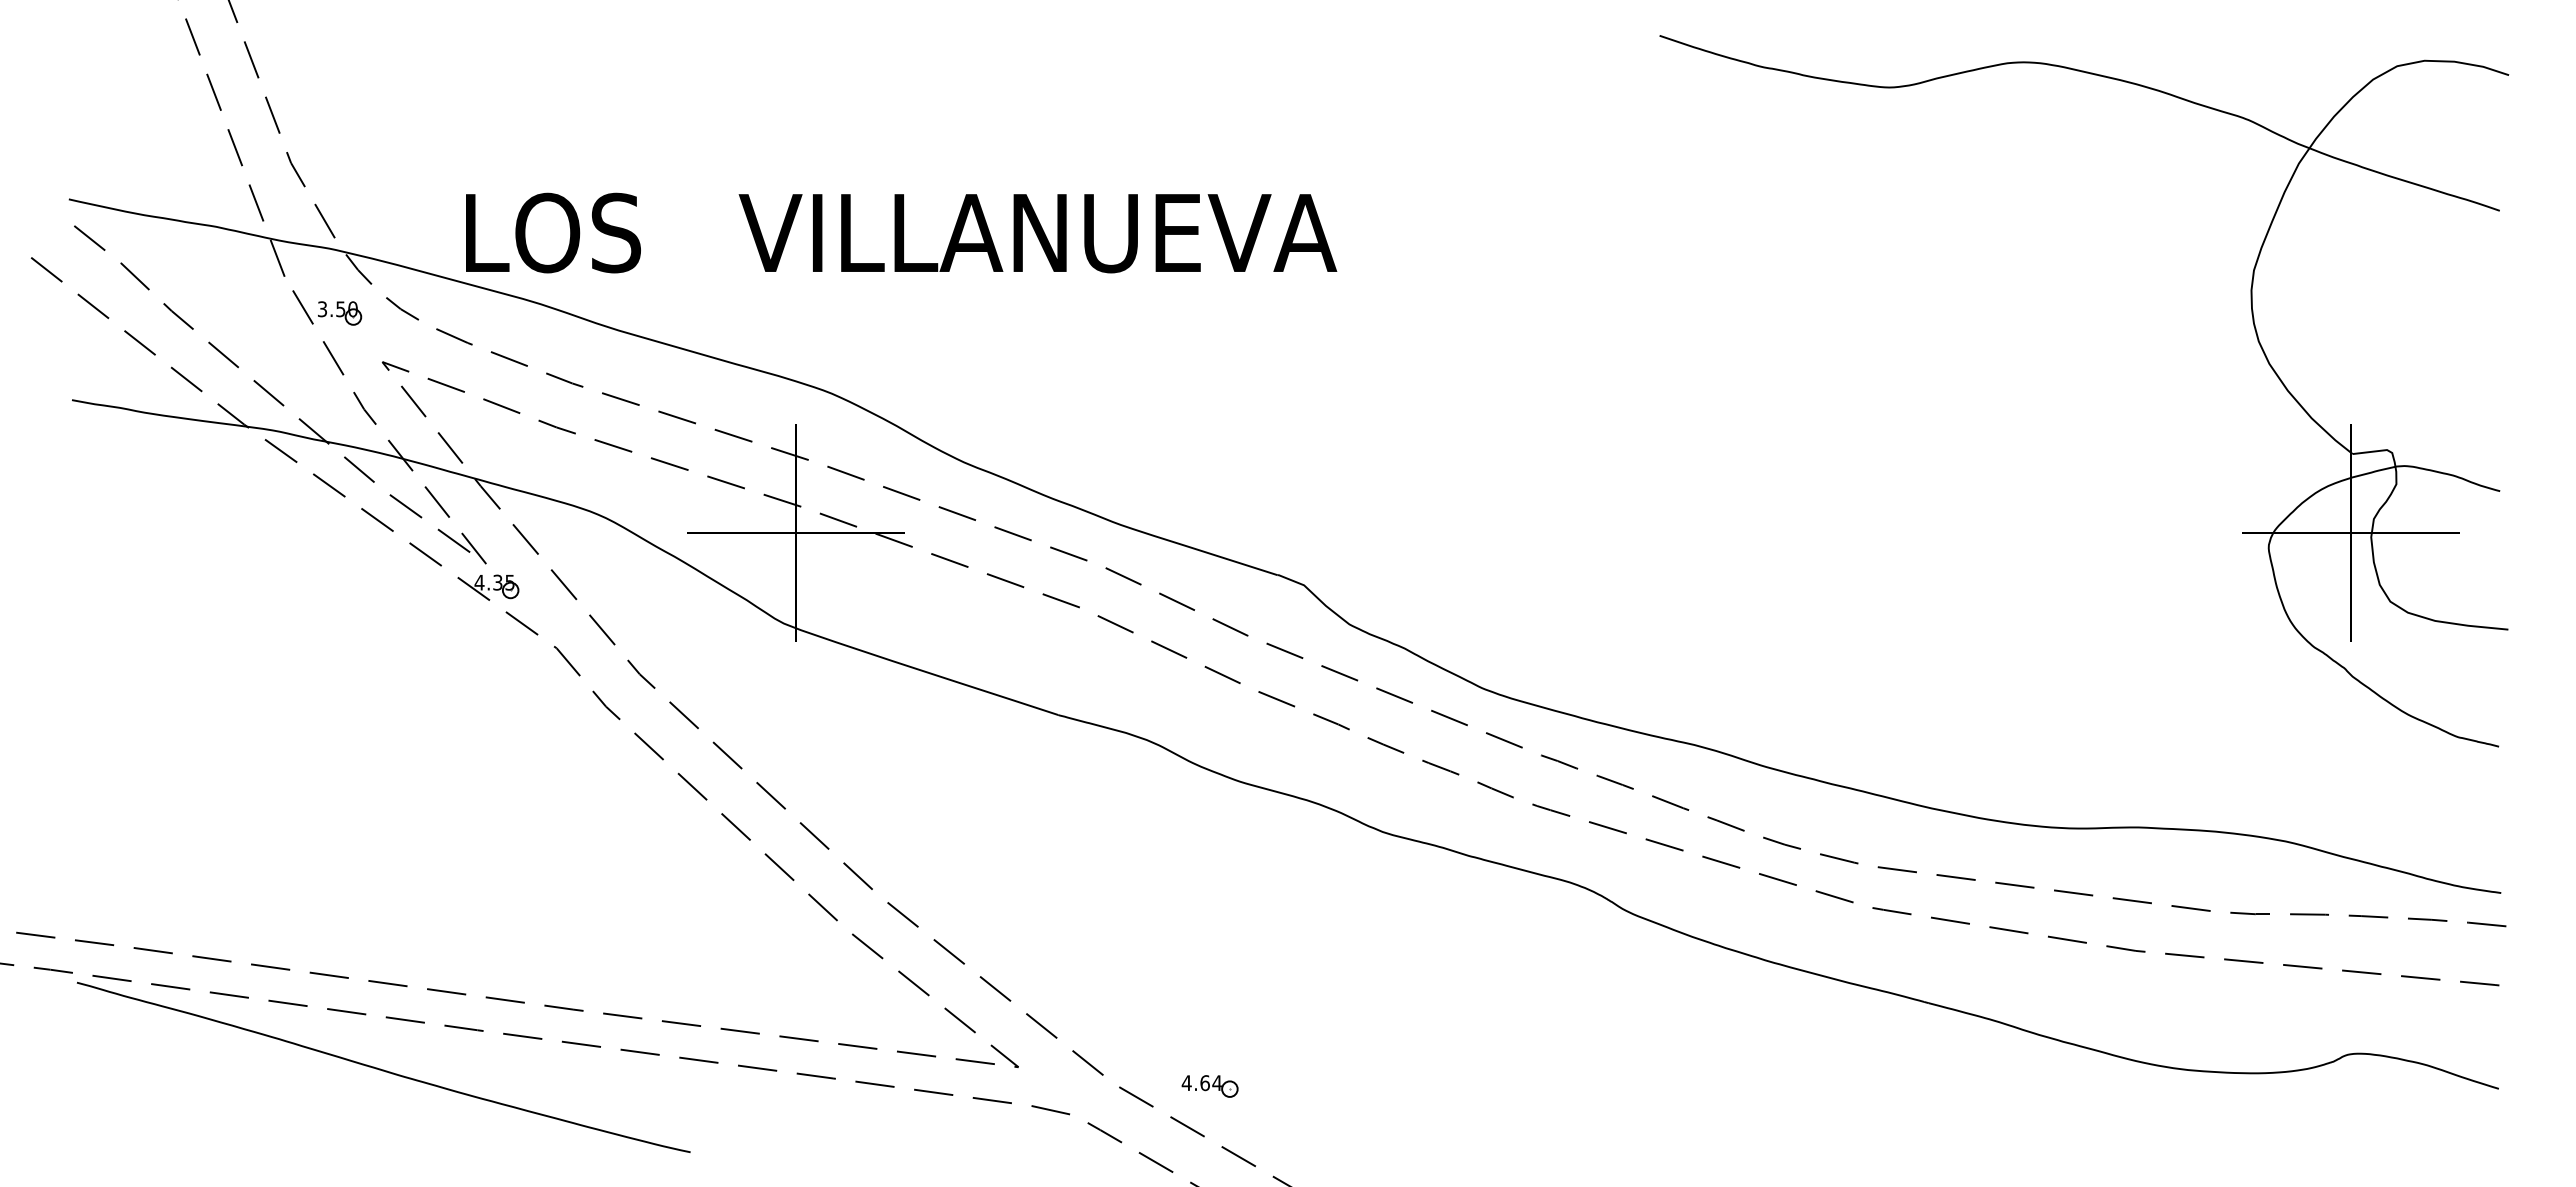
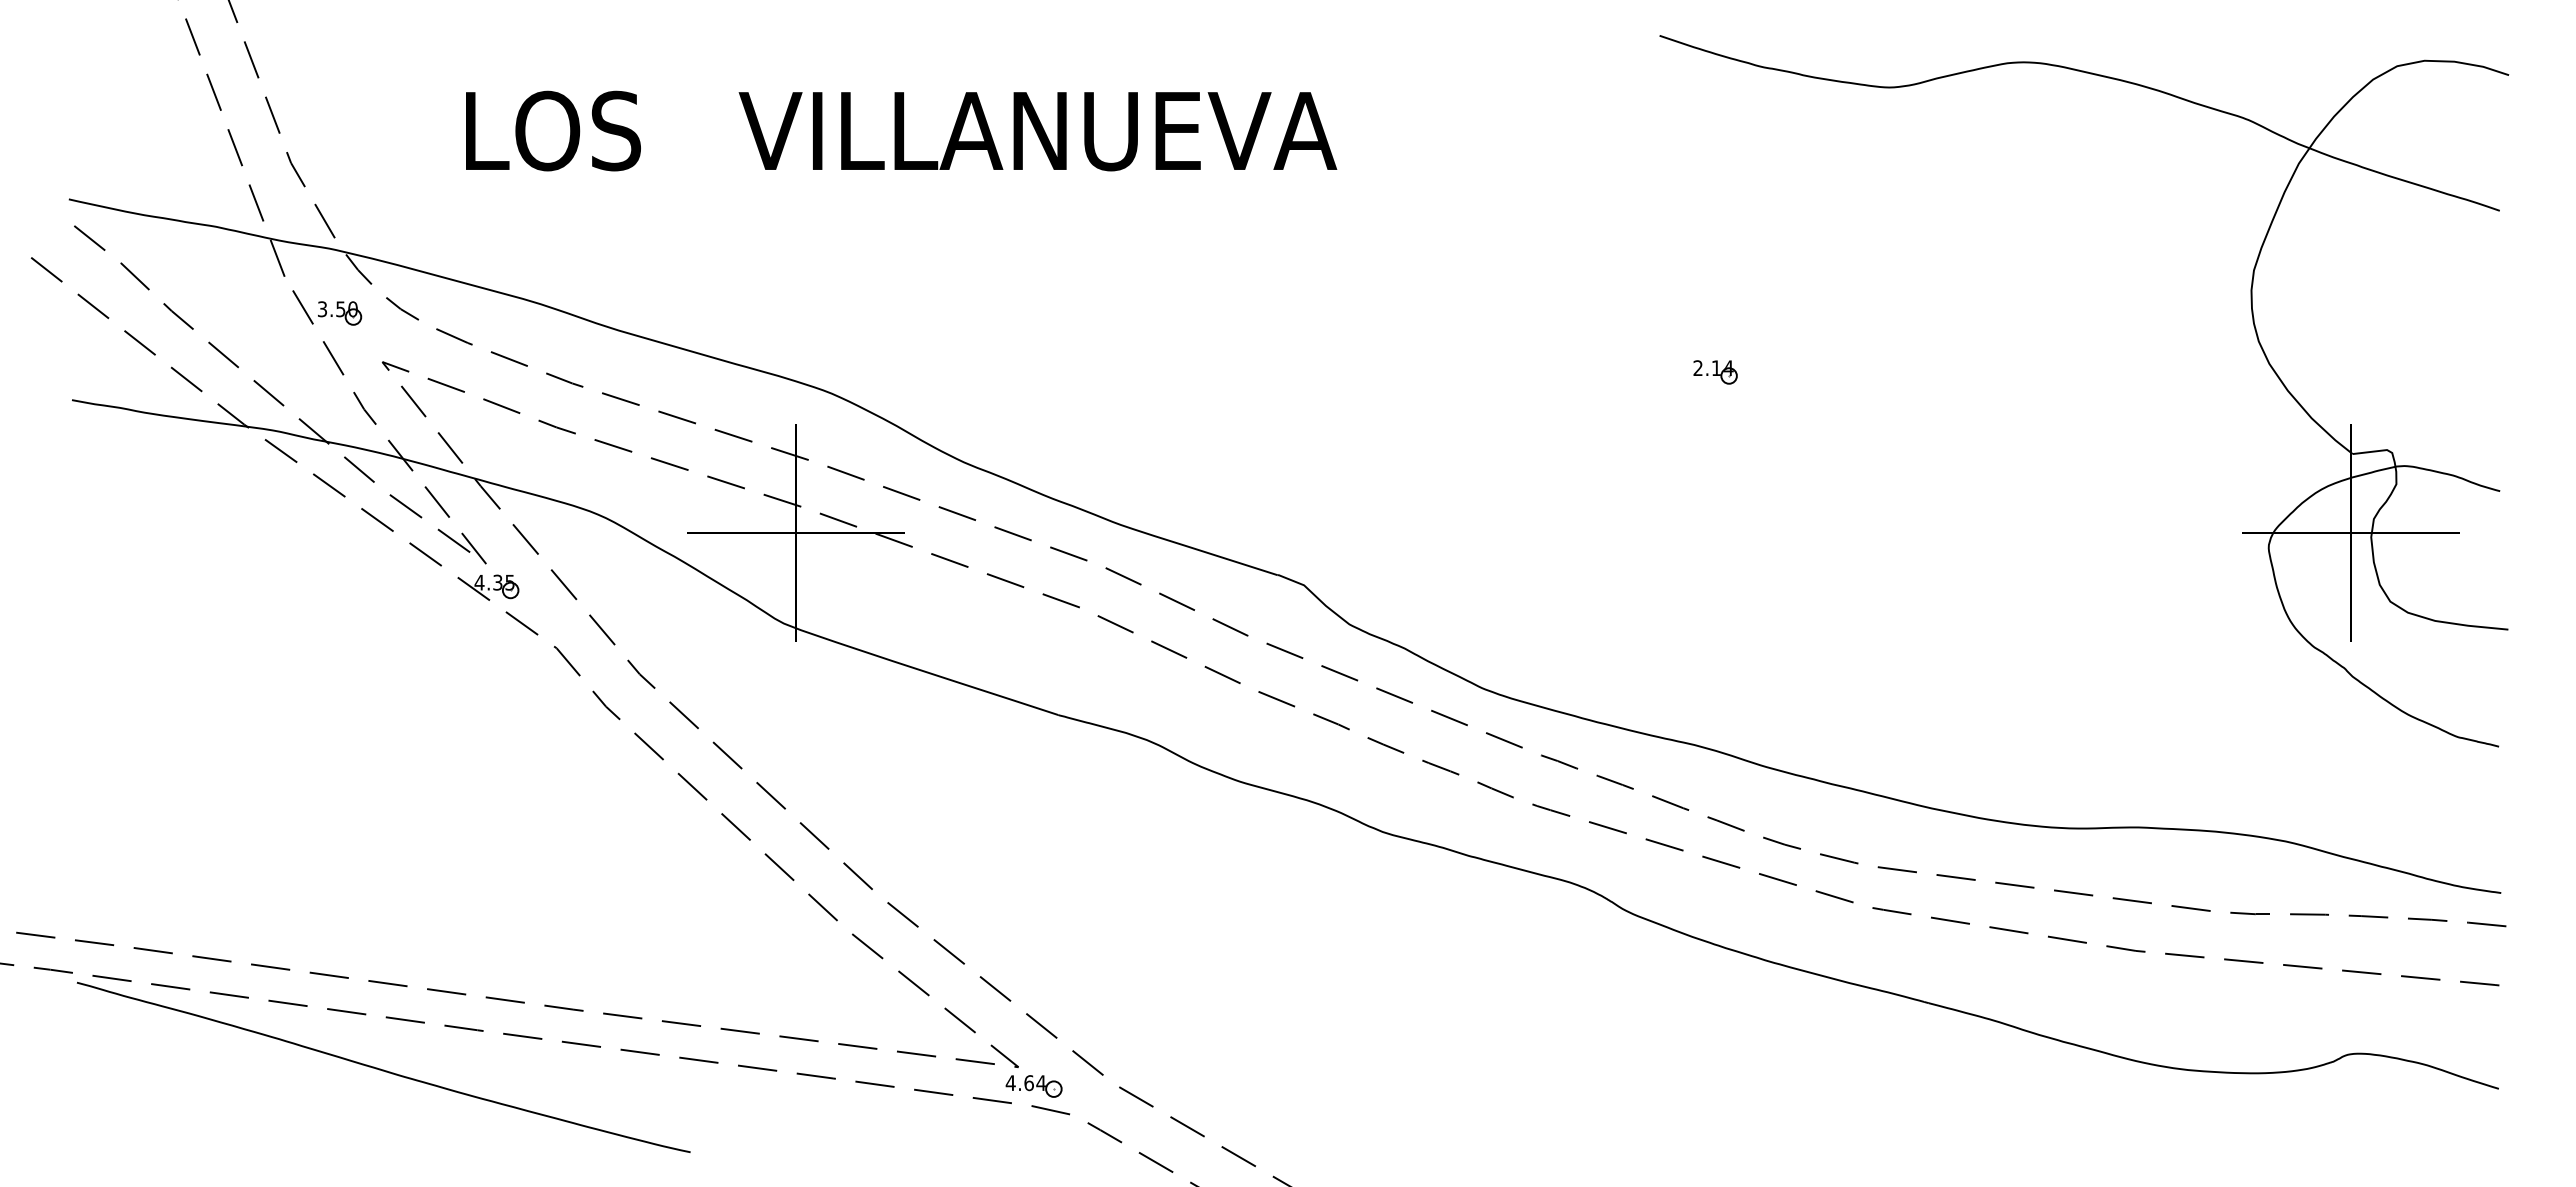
text at (901, 232) position: (901, 232) -> (901, 130)
part at (1715, 372): none -> present
part at (1209, 1086) position: (1209, 1086) -> (1033, 1086)
